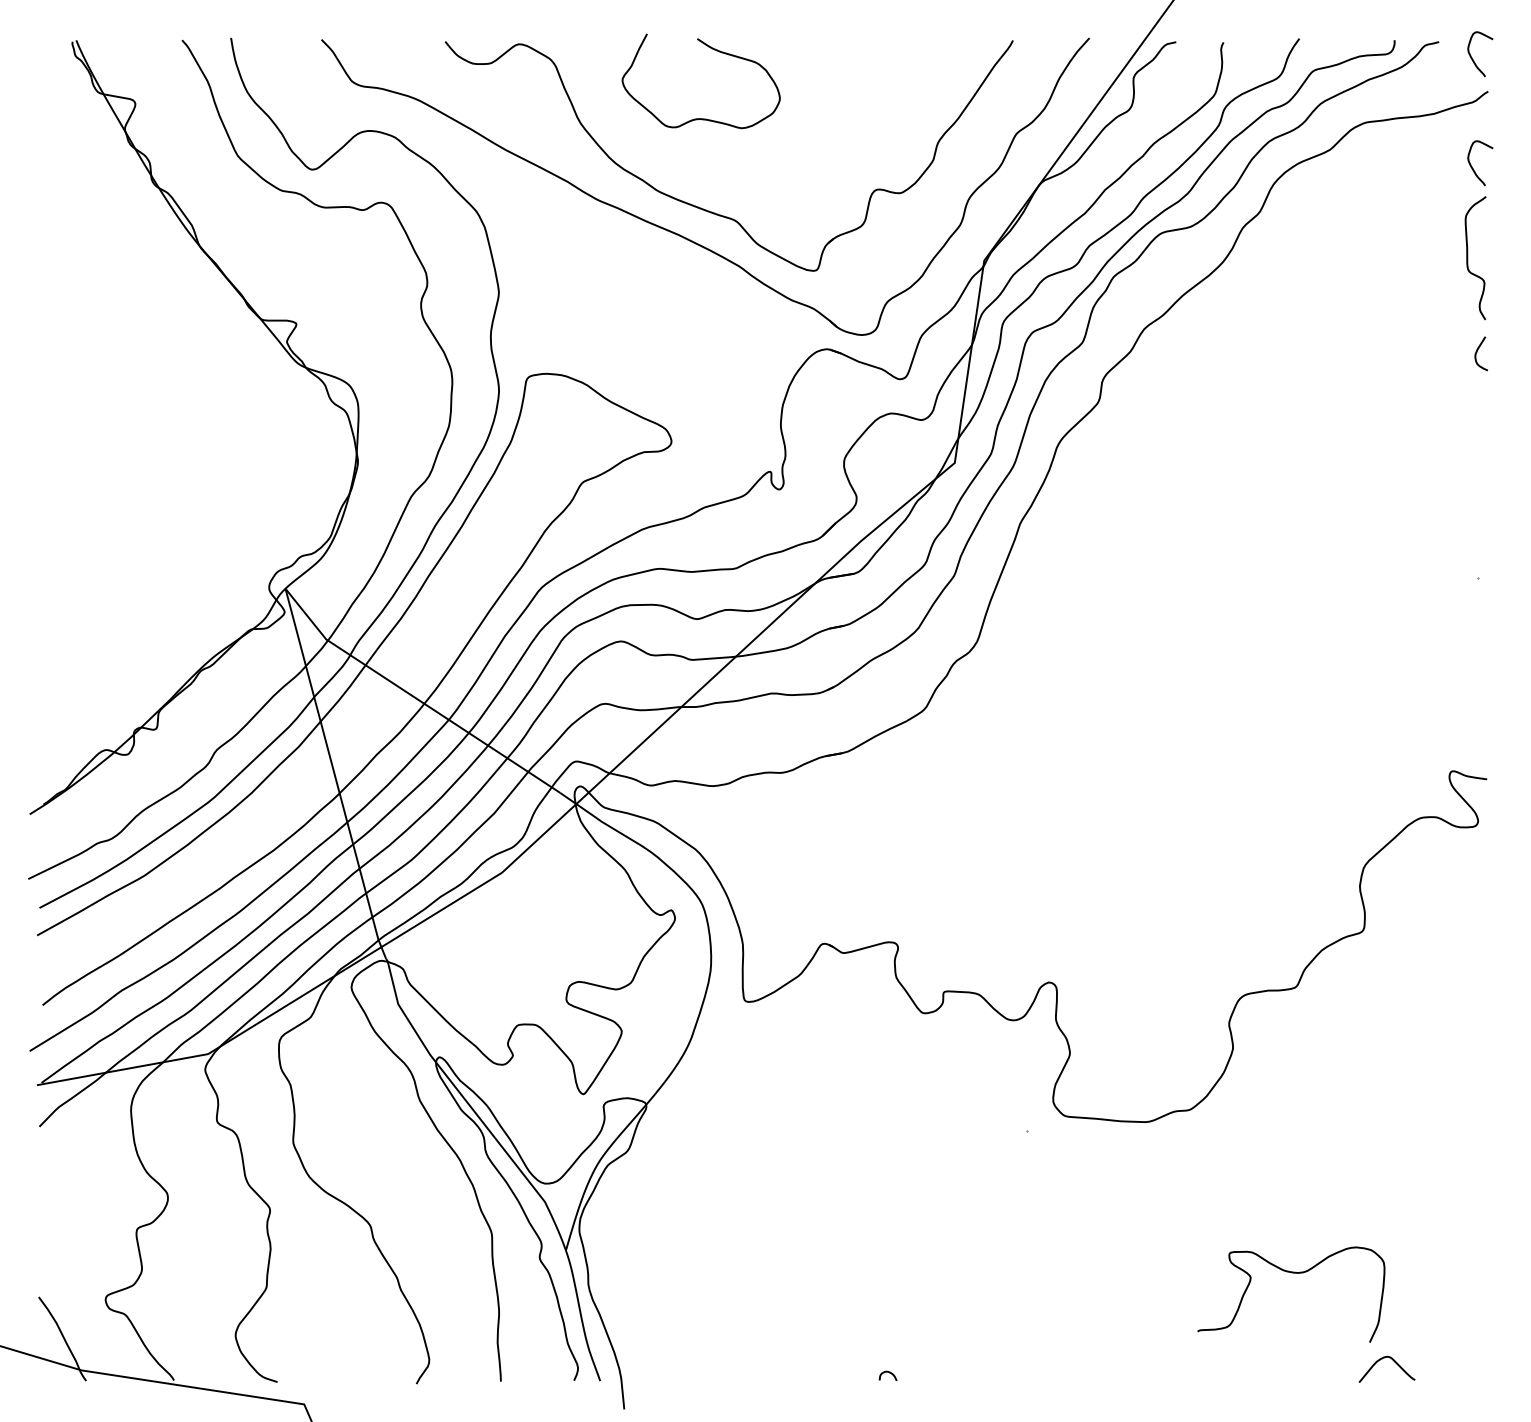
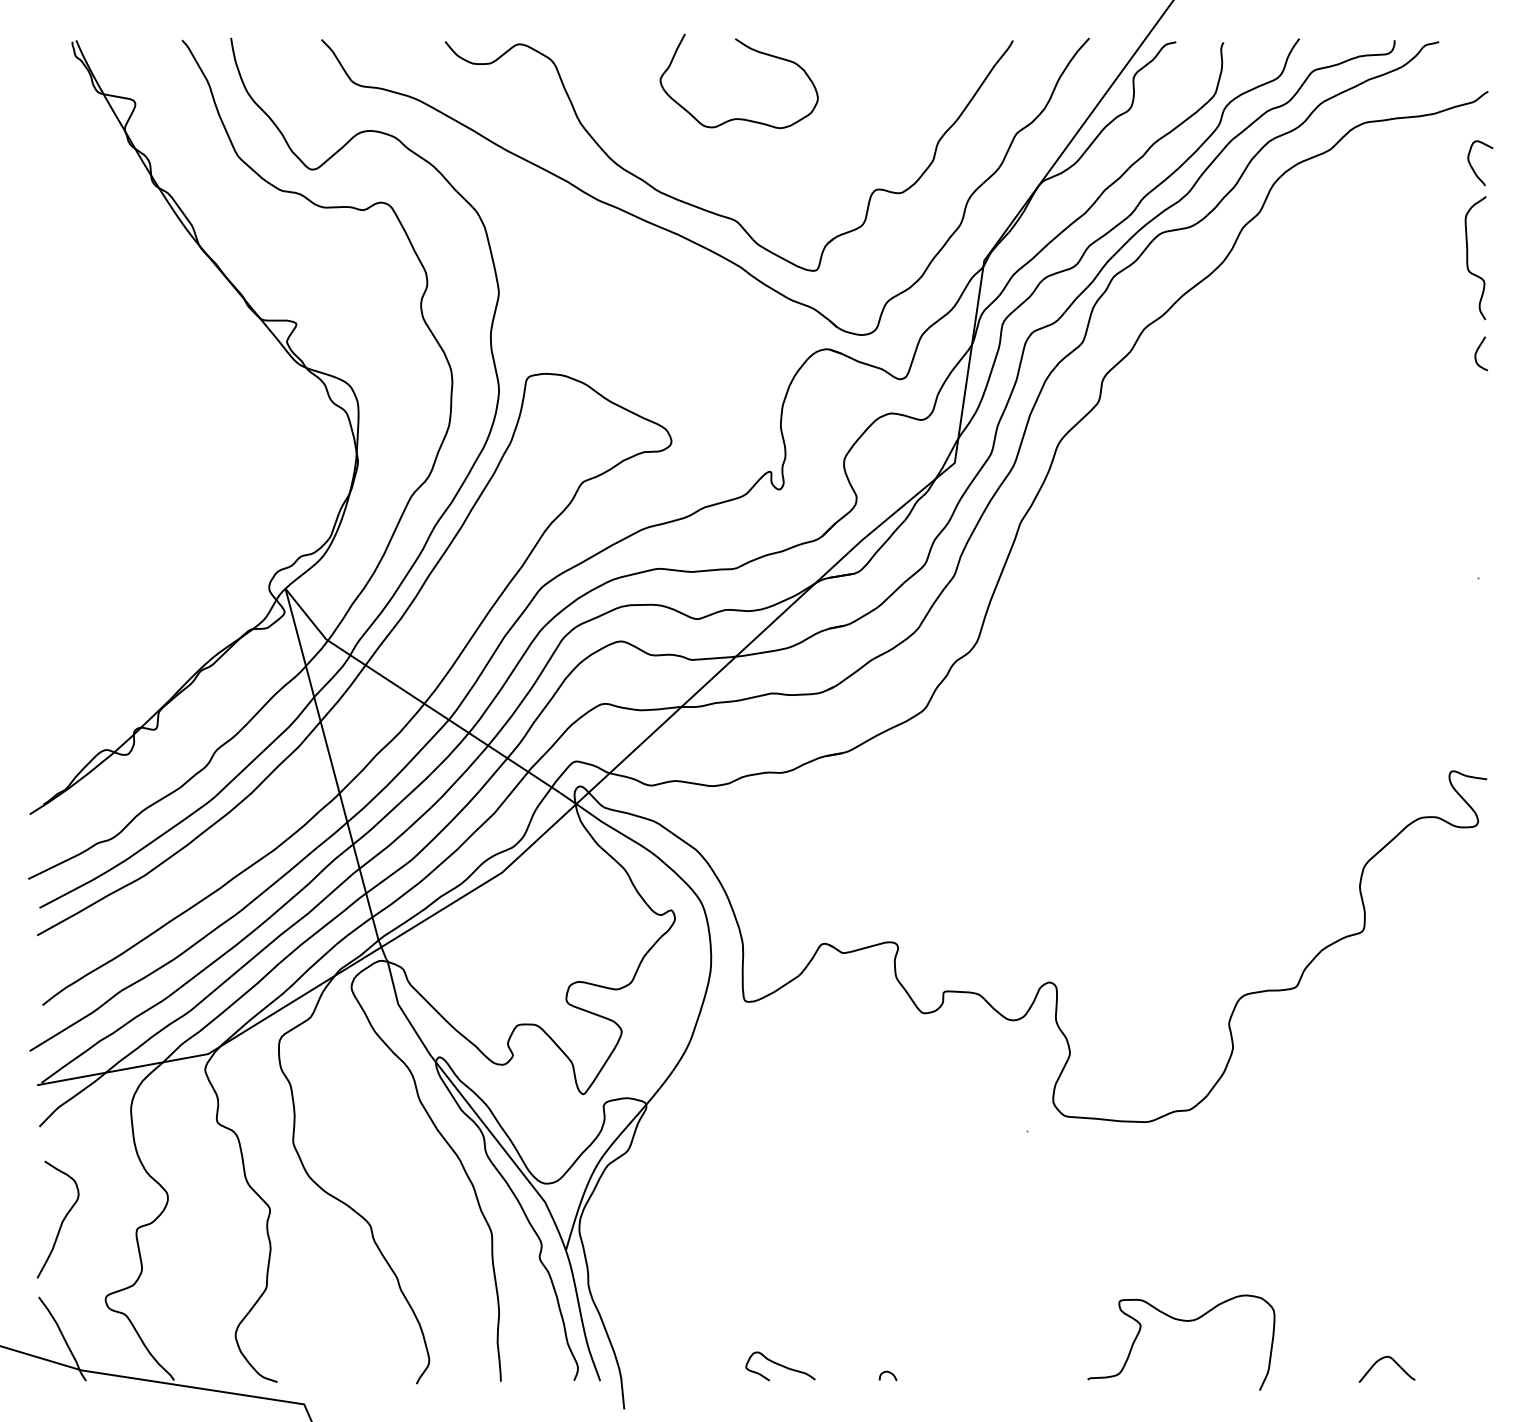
curve at (716, 51) position: (716, 51) -> (754, 51)
curve at (1474, 60): present -> none
curve at (61, 1221): none -> present
curve at (1291, 1273) position: (1291, 1273) -> (1181, 1321)
curve at (780, 1366): none -> present
